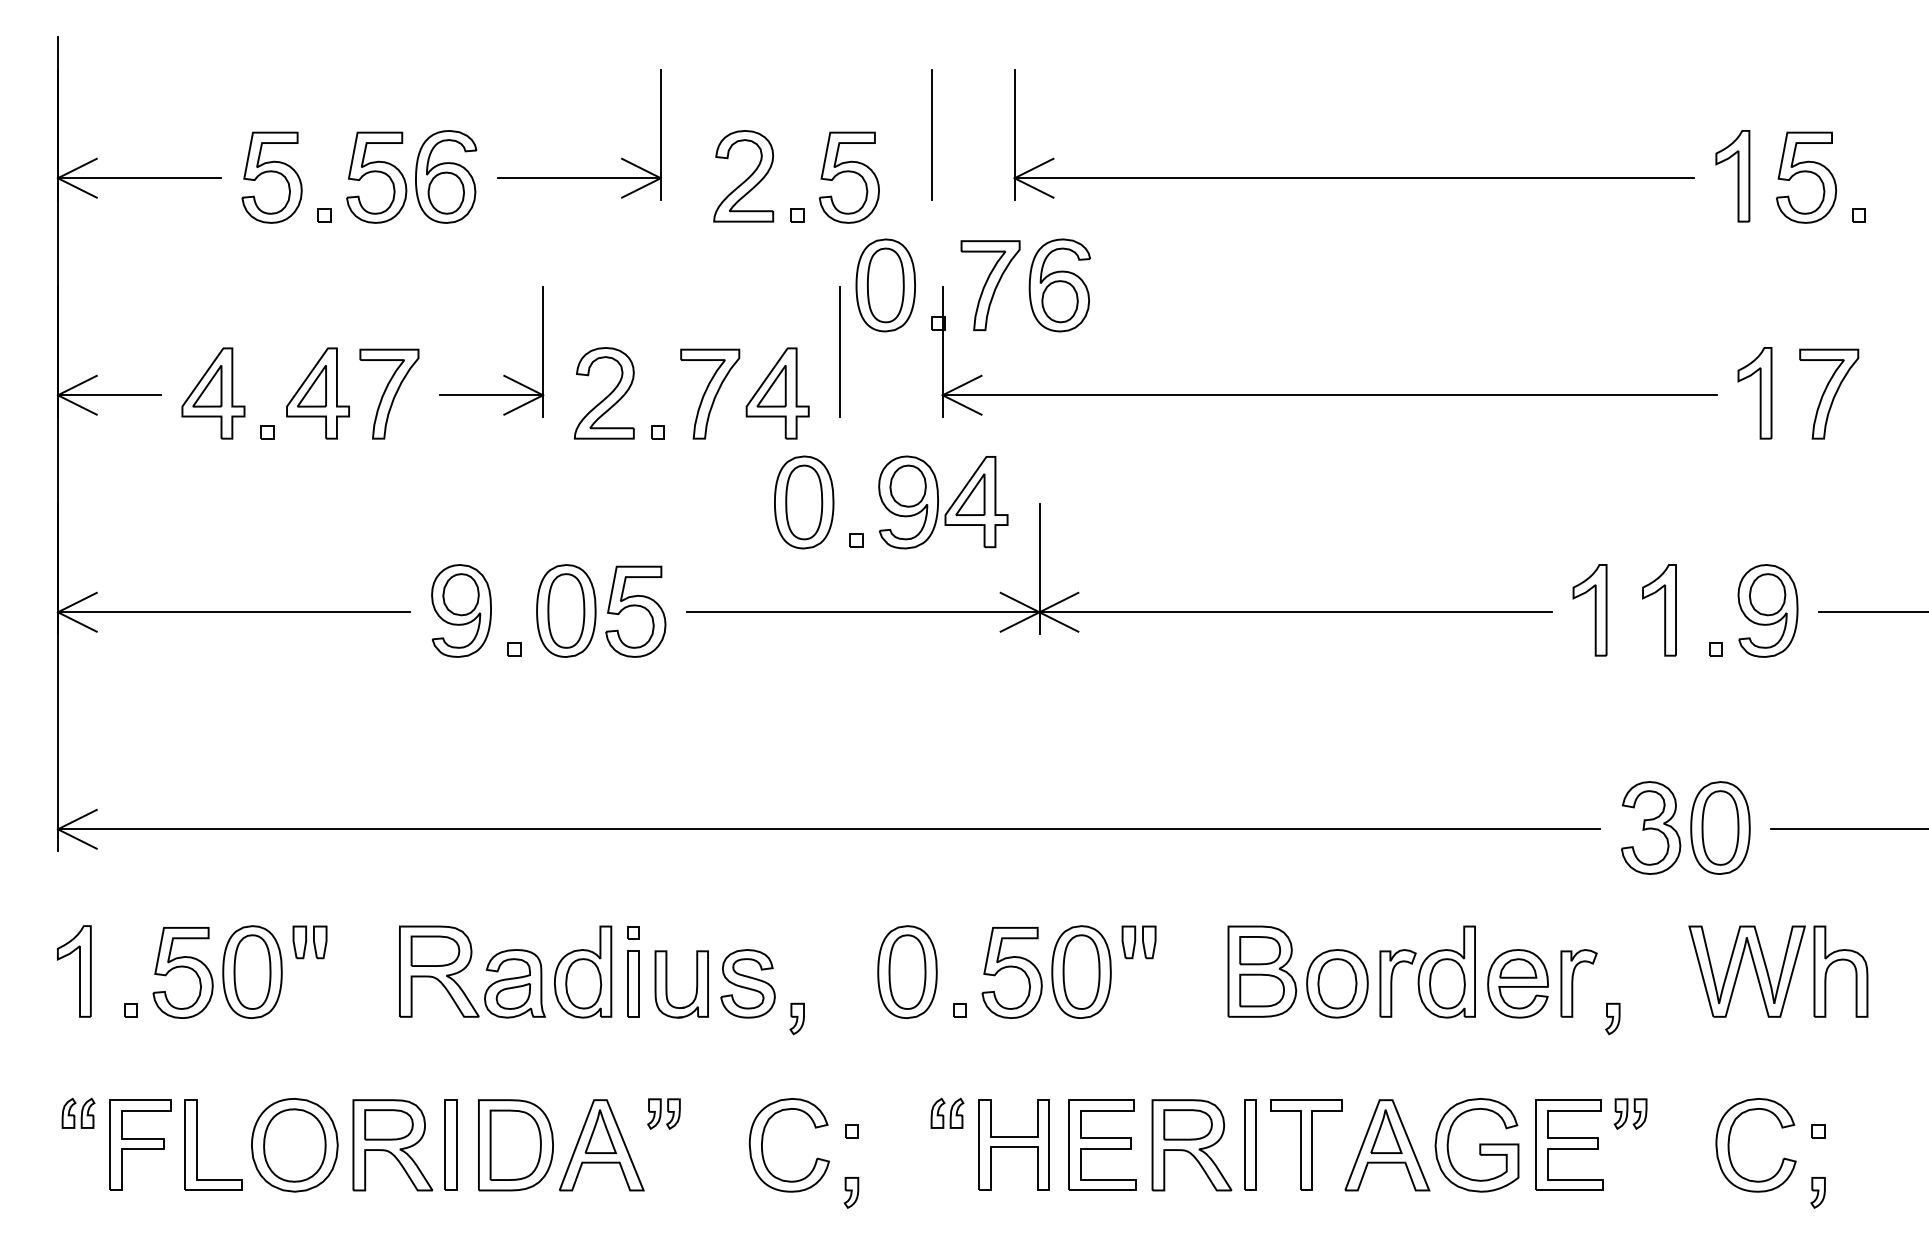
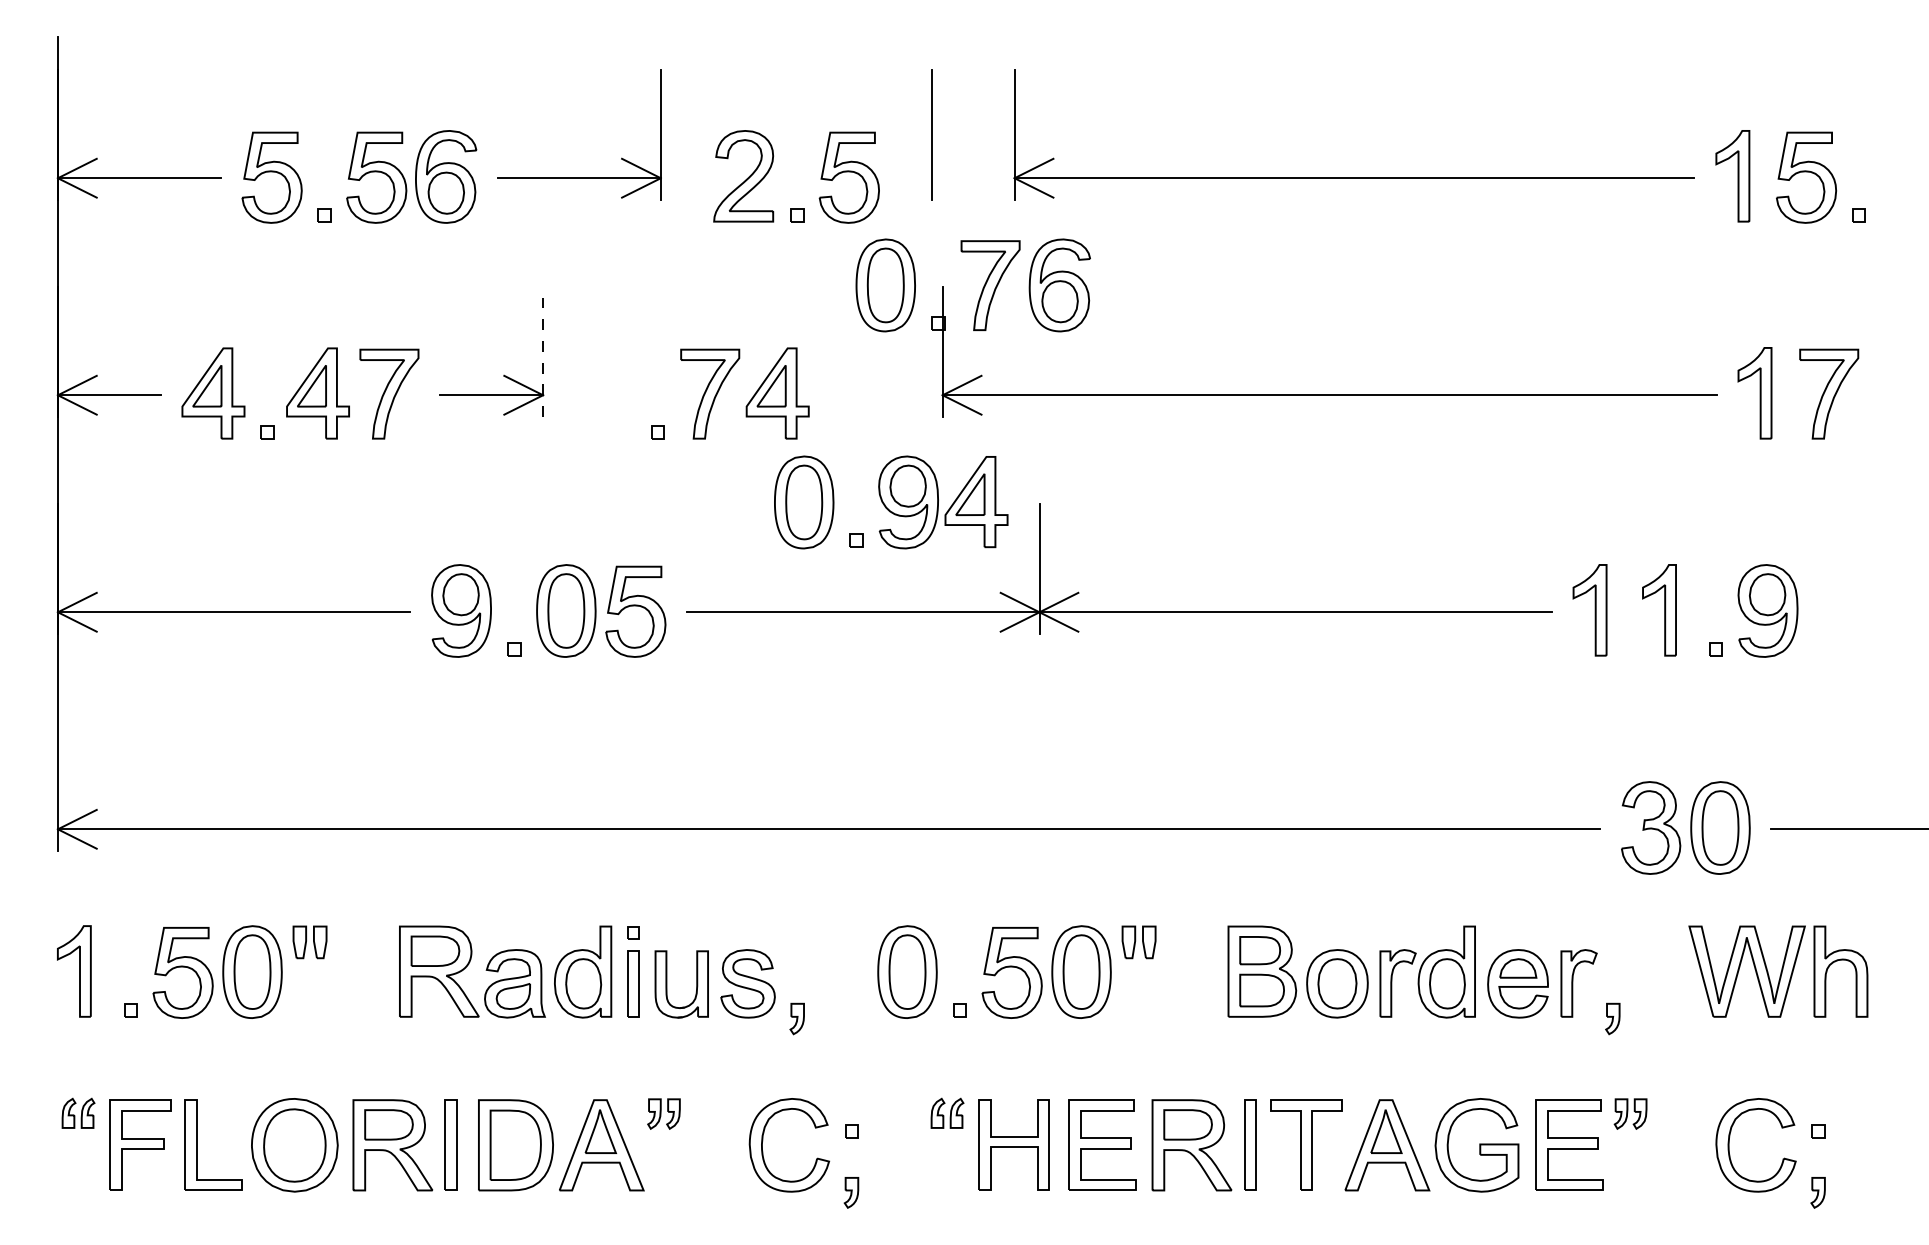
line at (543, 351): solid -> dashed
line at (839, 351): present -> none
part at (603, 393): present -> none
line at (1872, 612): present -> none
